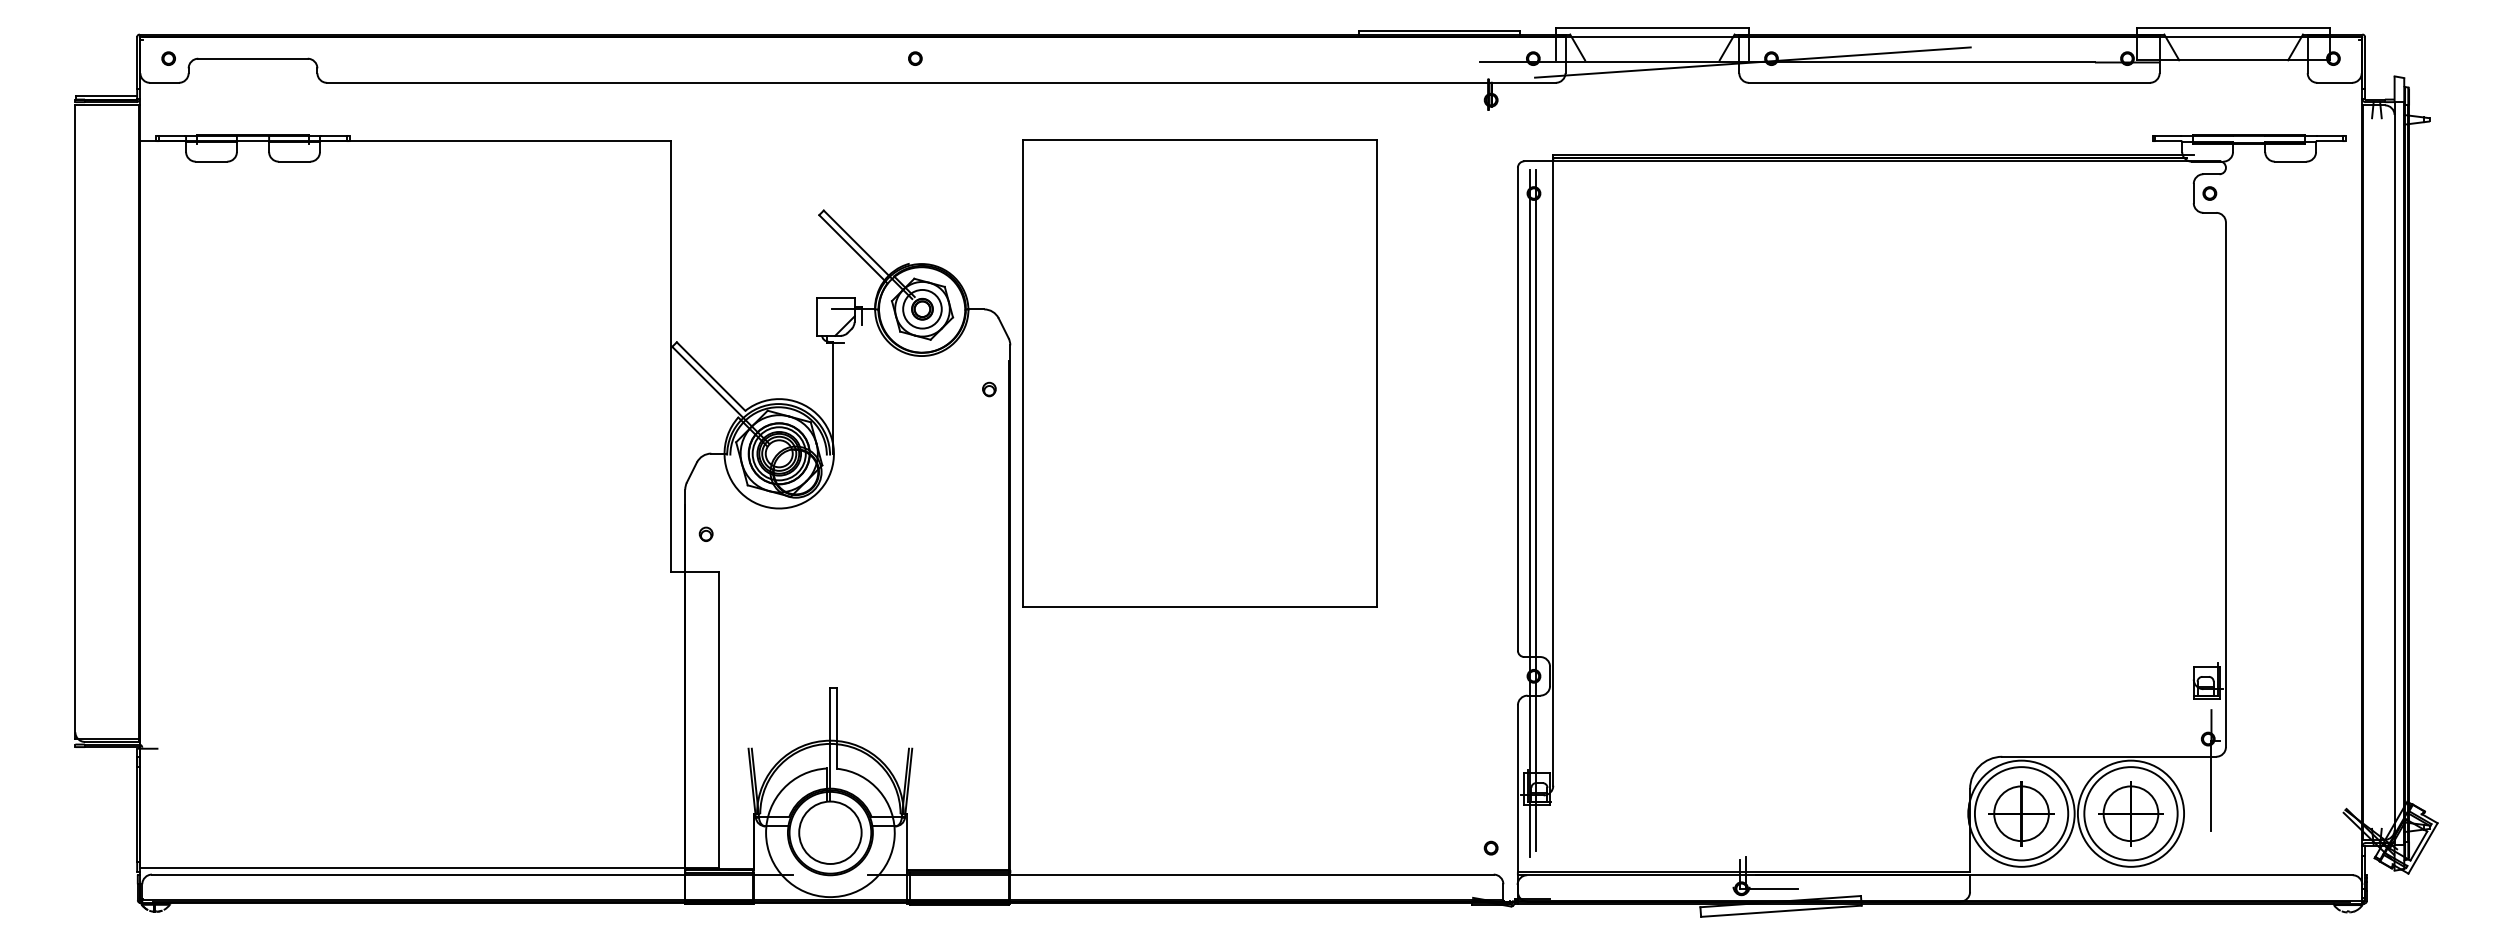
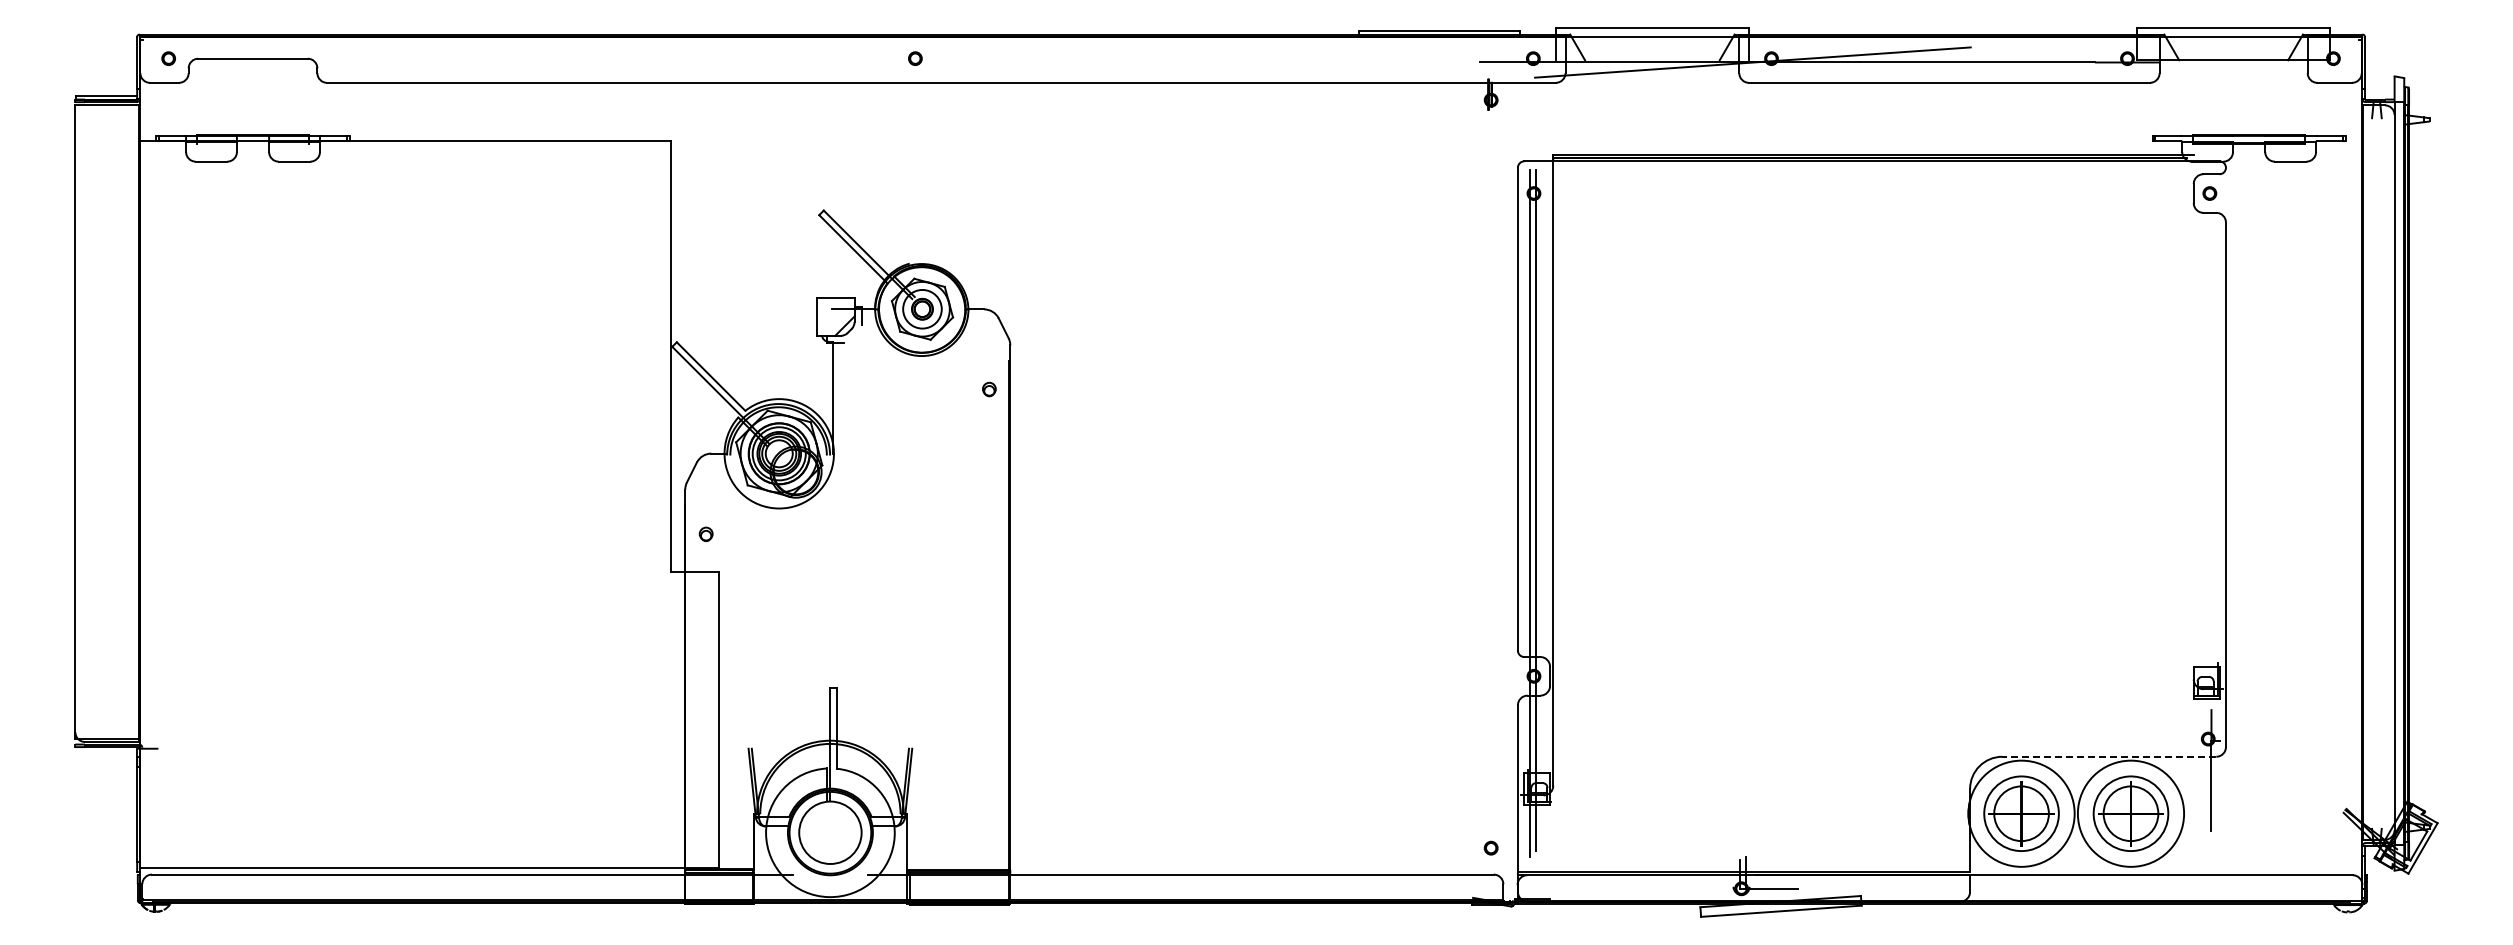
part at (1199, 373): present -> none
line at (2108, 756): solid -> dashed
circle at (2021, 813) diameter: 93 px -> 75 px
circle at (2130, 813) diameter: 93 px -> 75 px
